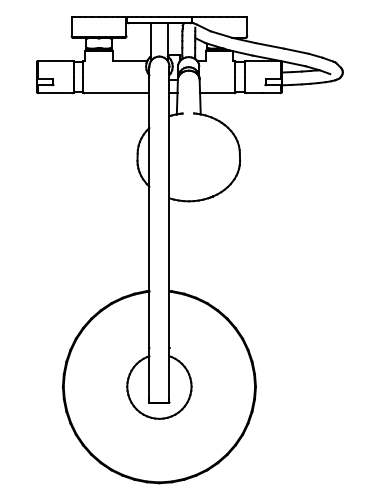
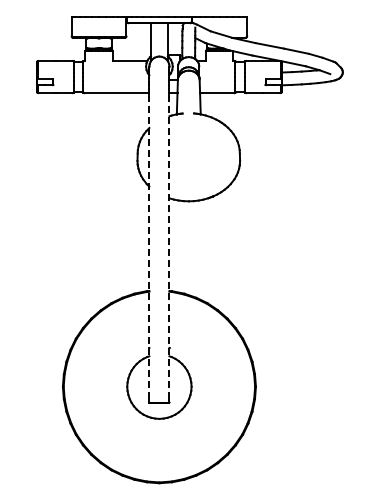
line at (149, 247): solid -> dashed
line at (169, 247): solid -> dashed
